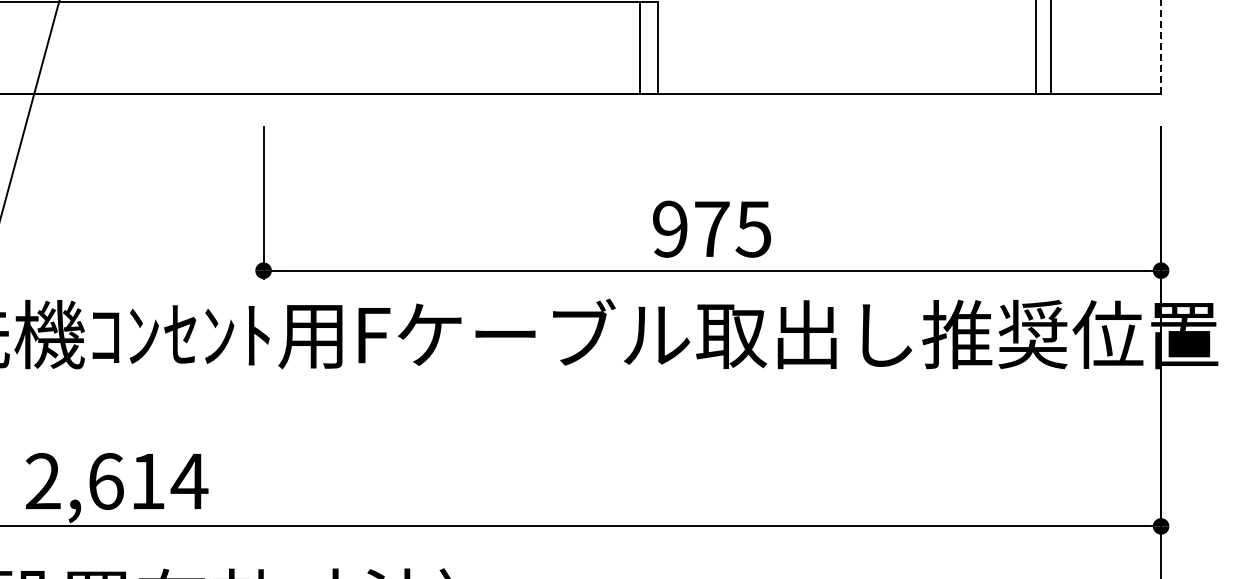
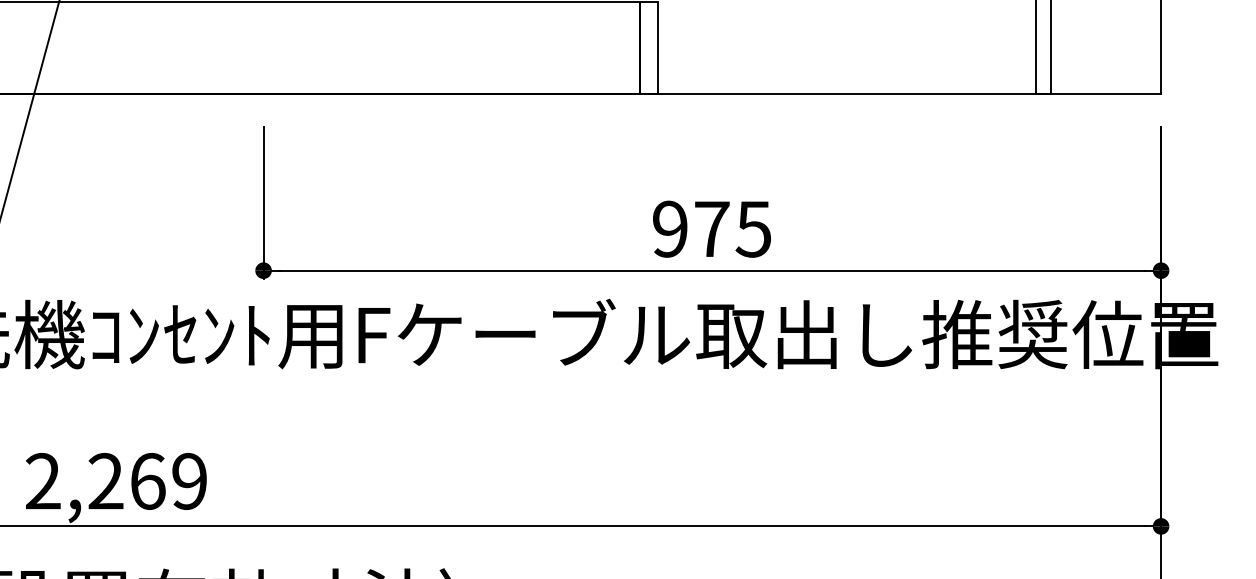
line at (1161, 46): dashed -> solid
text at (148, 481): 2,614 -> 2,269
